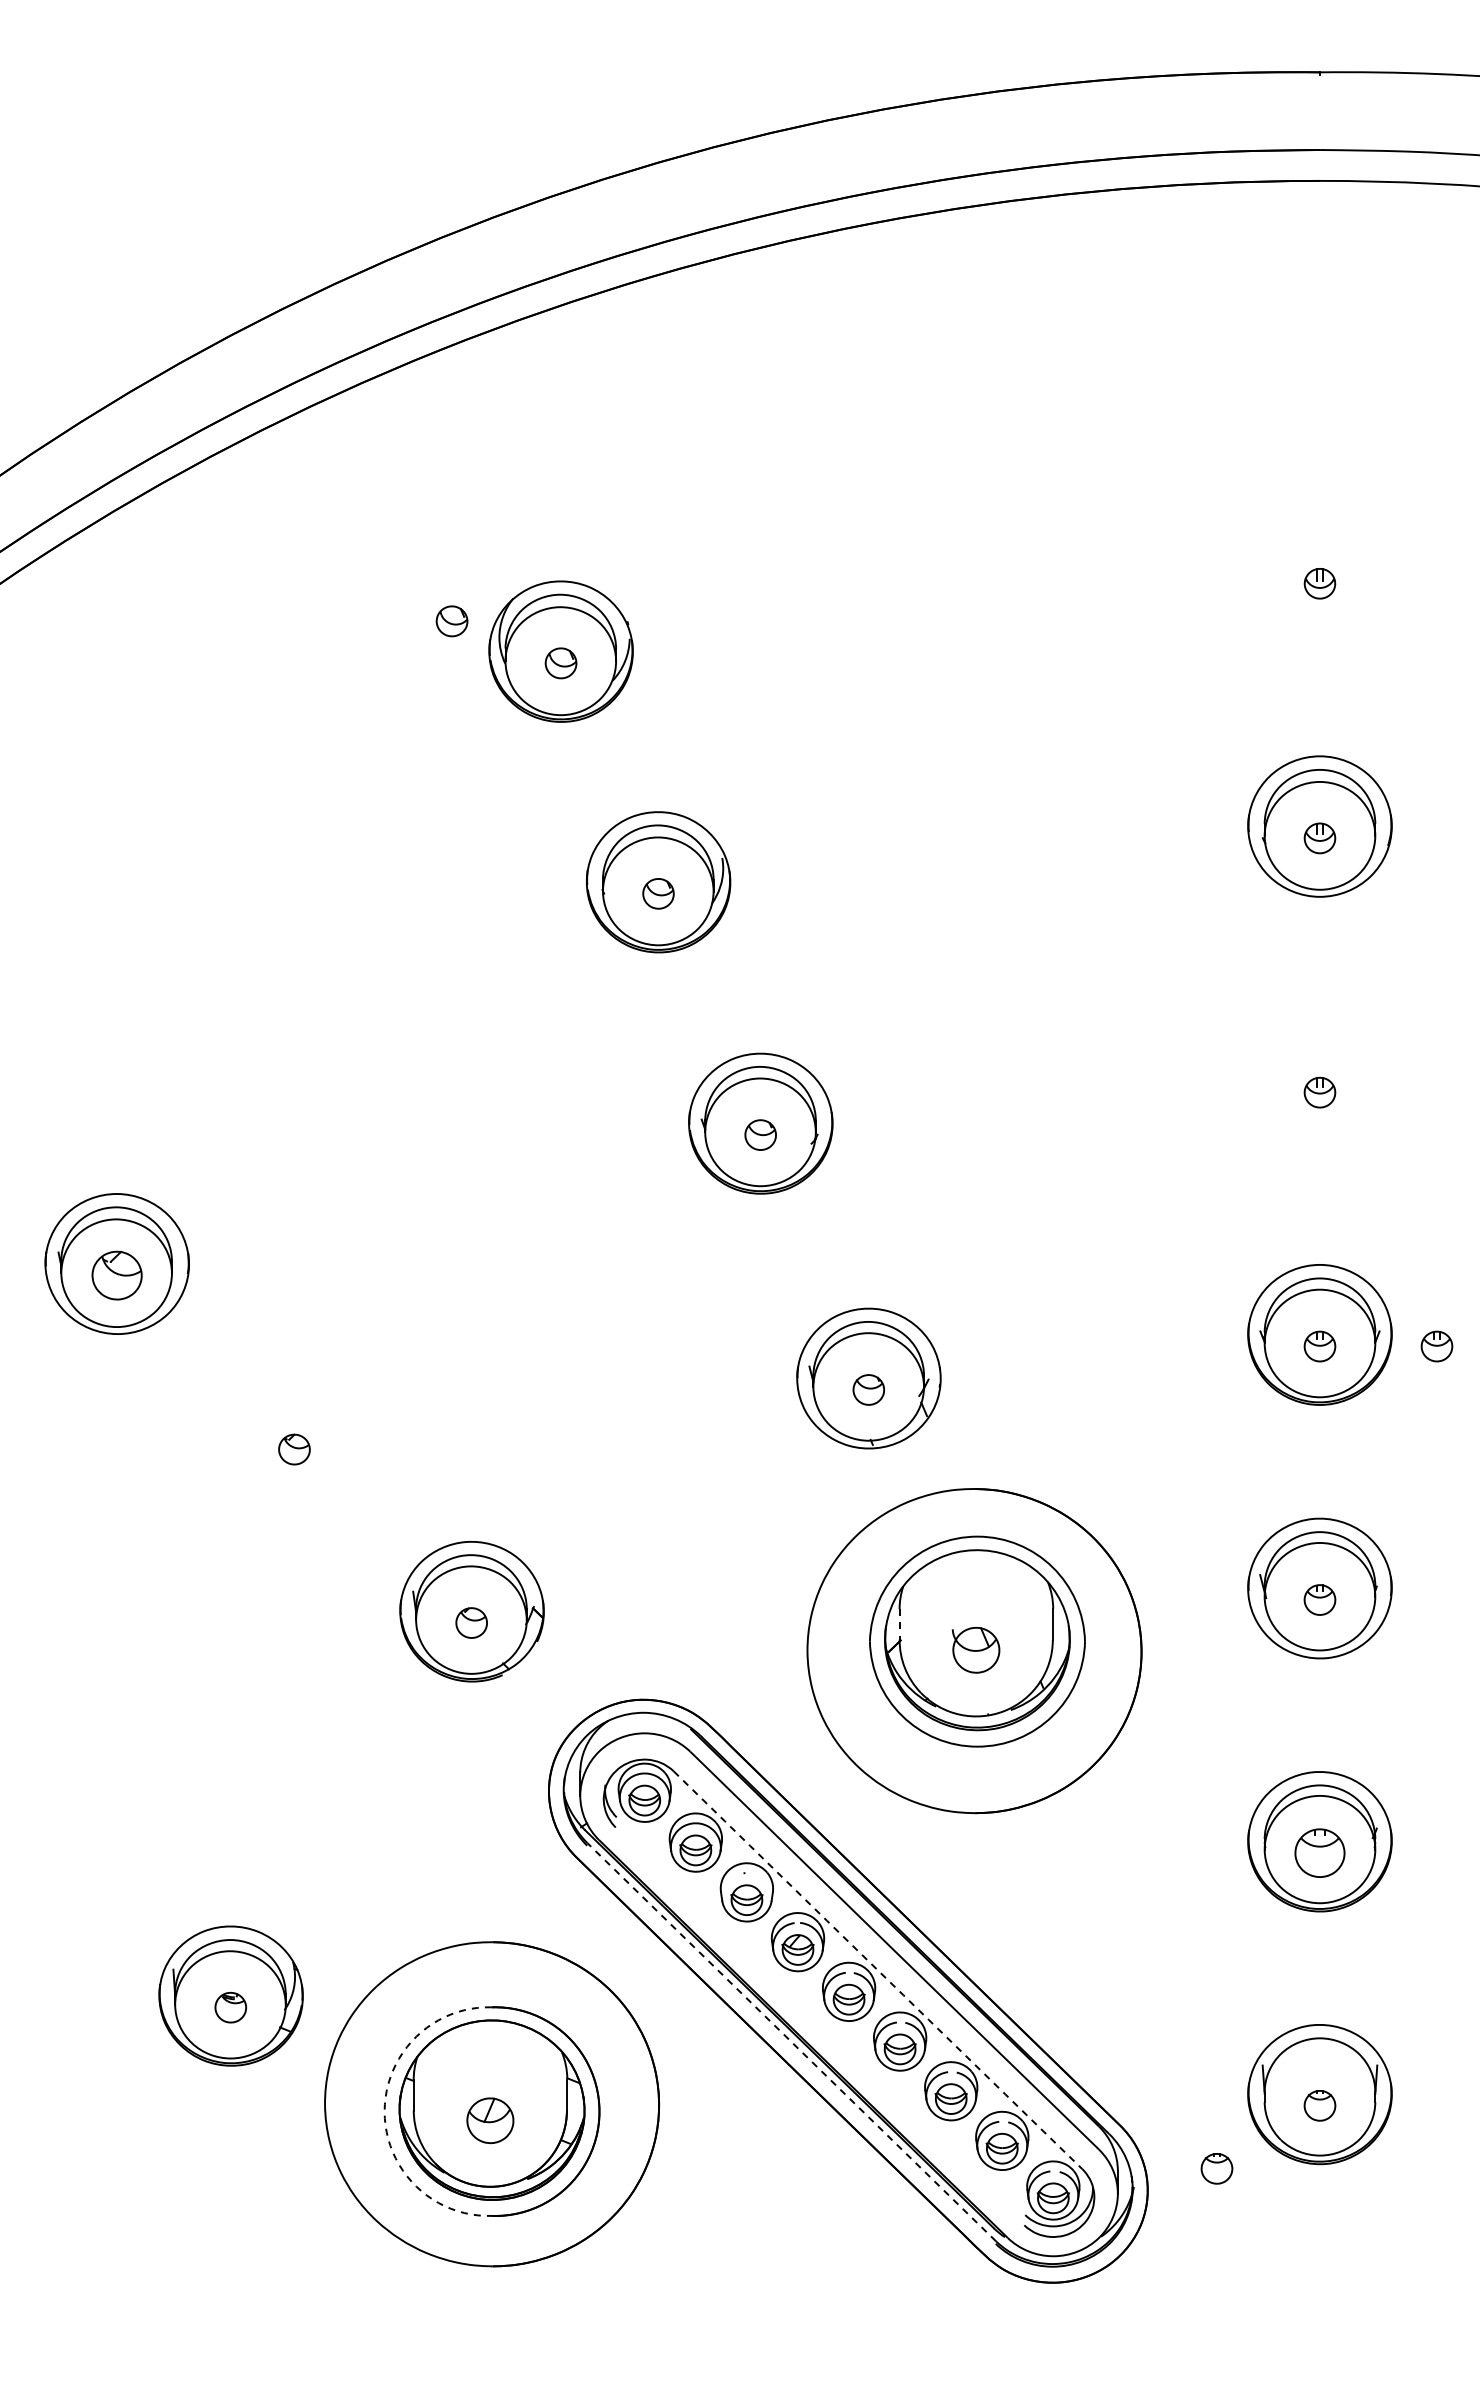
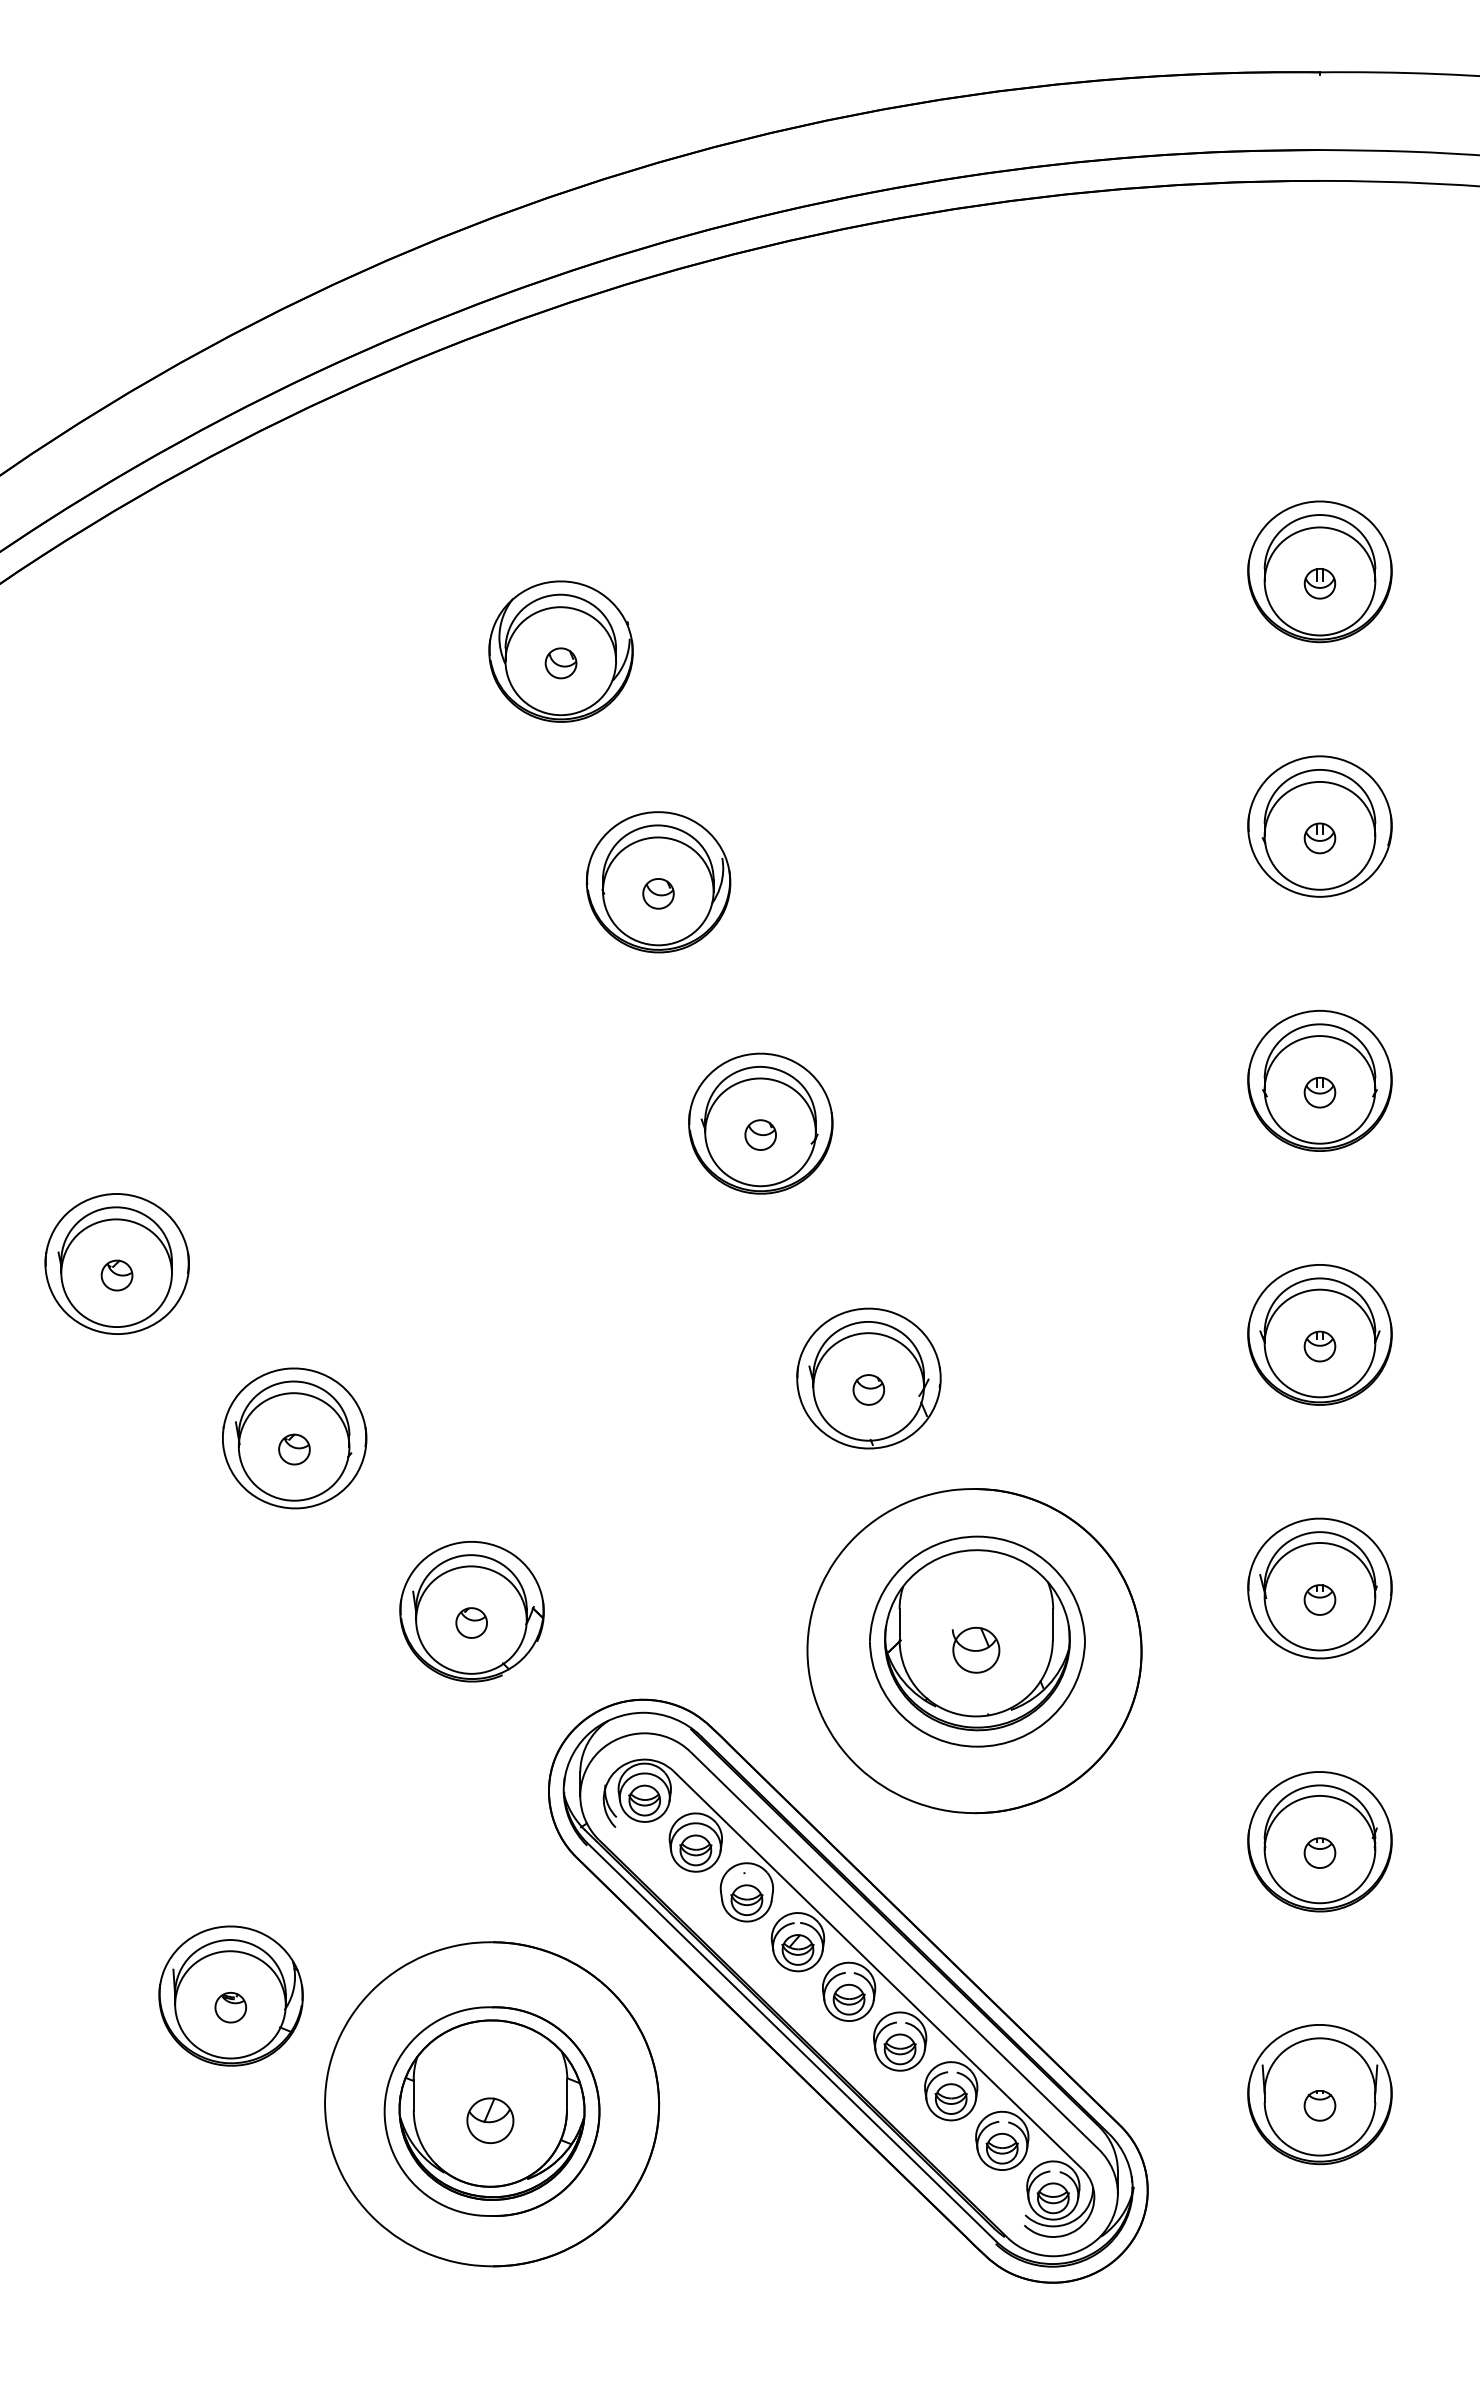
part at (1319, 571): none -> present
part at (451, 621): present -> none
part at (1319, 1080): none -> present
part at (116, 1275) size: 52x51 px -> 34x33 px
part at (1436, 1346): present -> none
part at (294, 1438): none -> present
line at (899, 1624): dashed -> solid
part at (1319, 1852) size: 52x50 px -> 34x32 px
arc at (877, 1970): dashed -> solid
line at (791, 2041): dashed -> solid
arc at (384, 2111): dashed -> solid
part at (1216, 2168): present -> none
